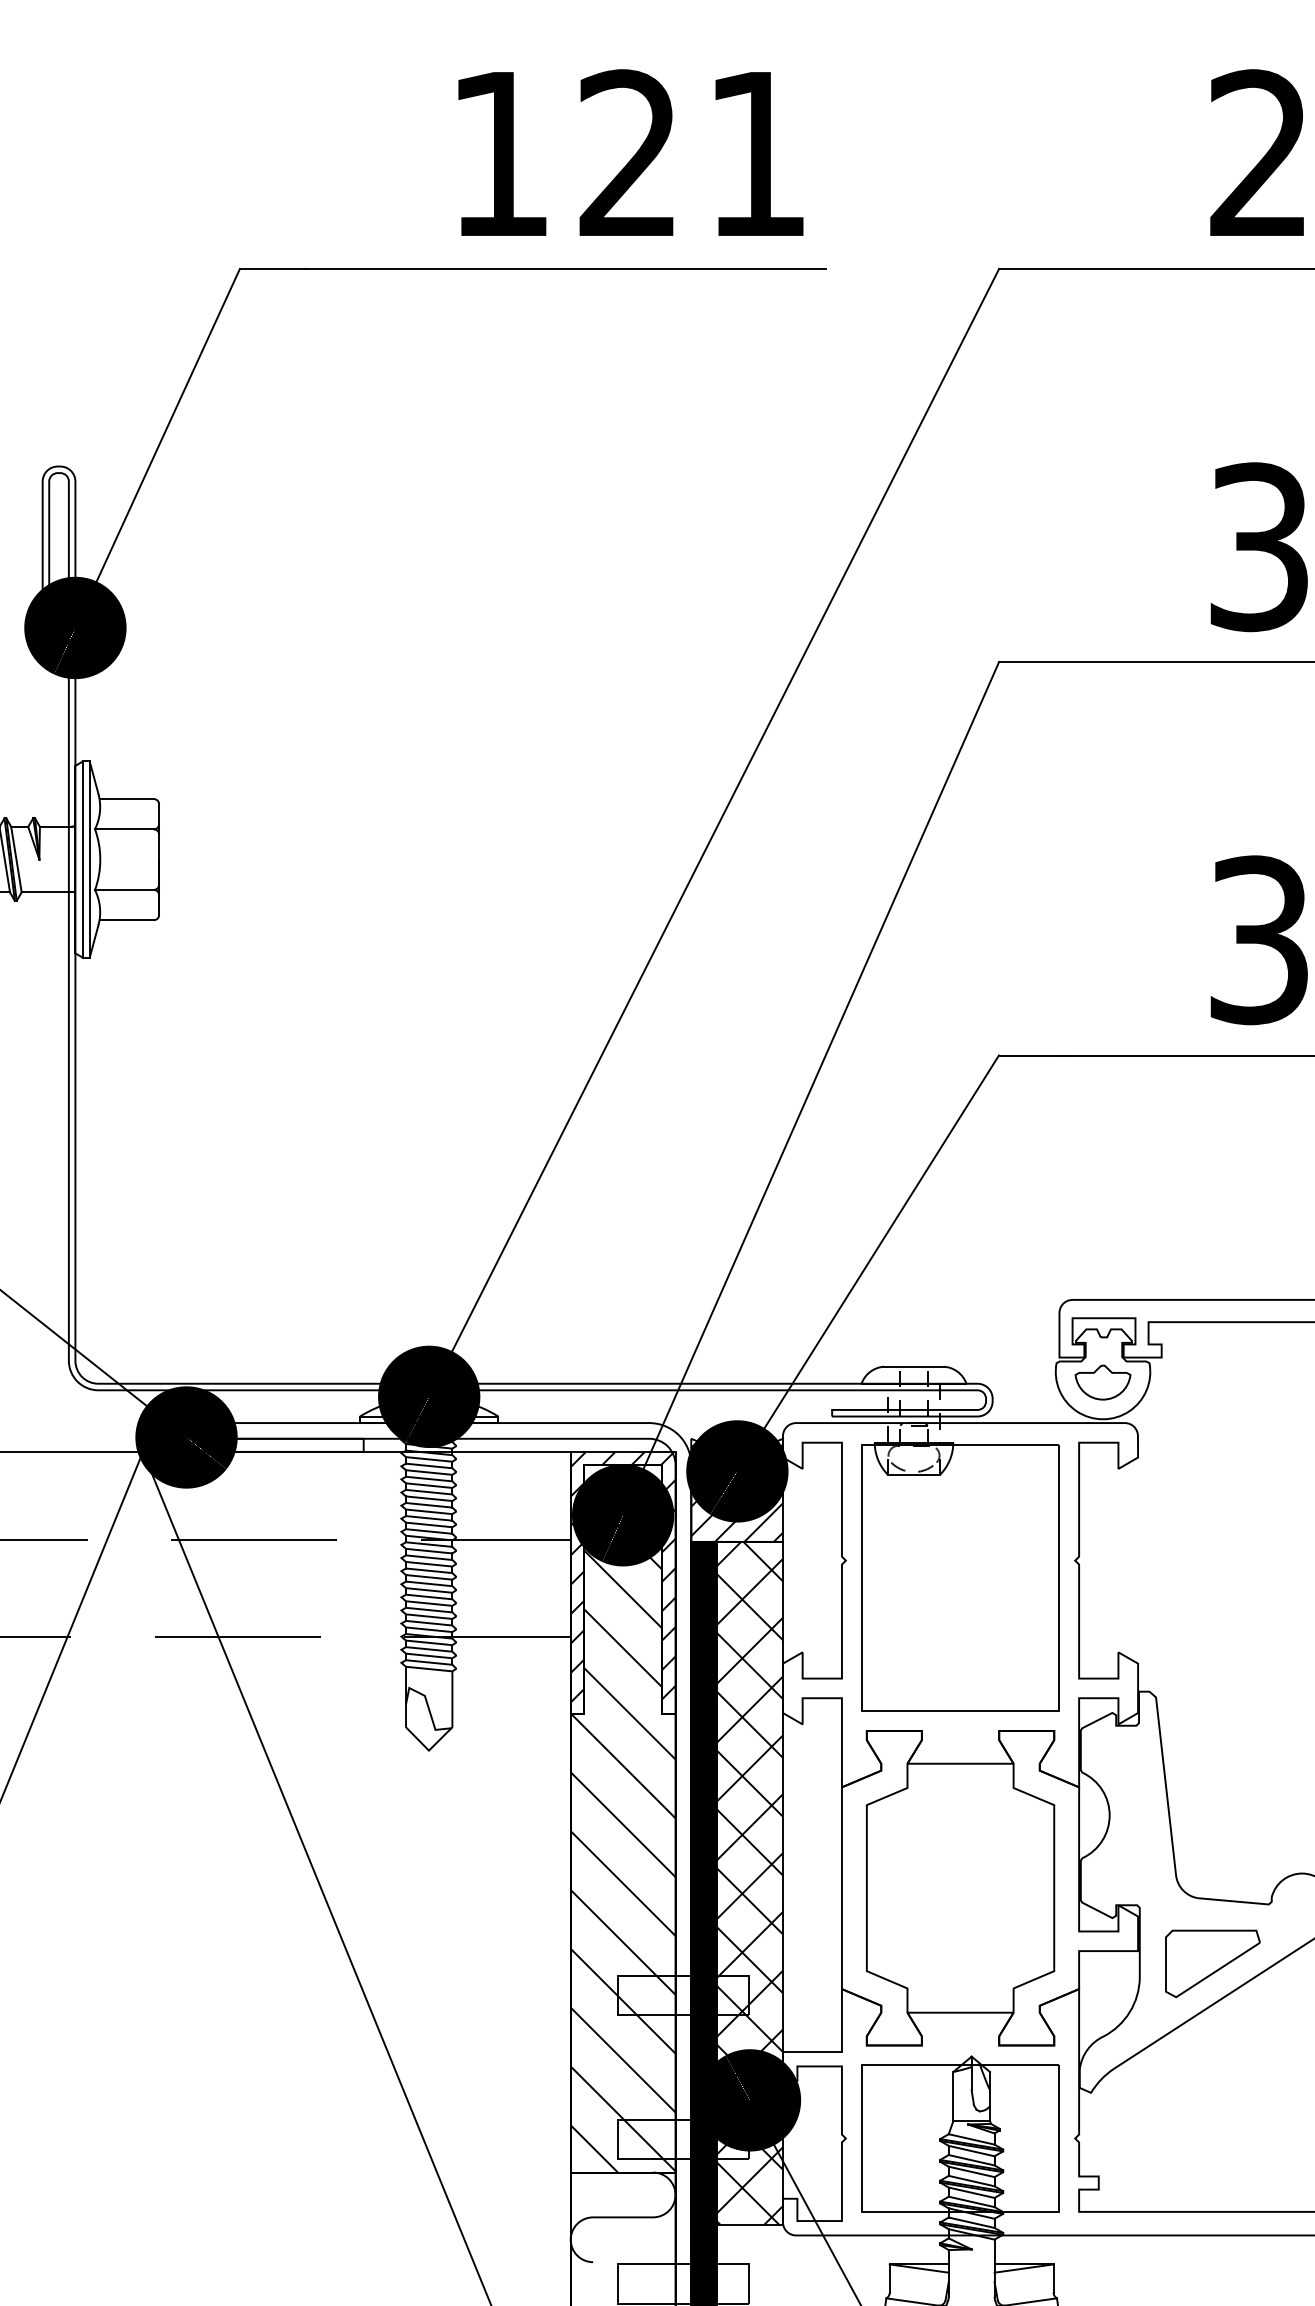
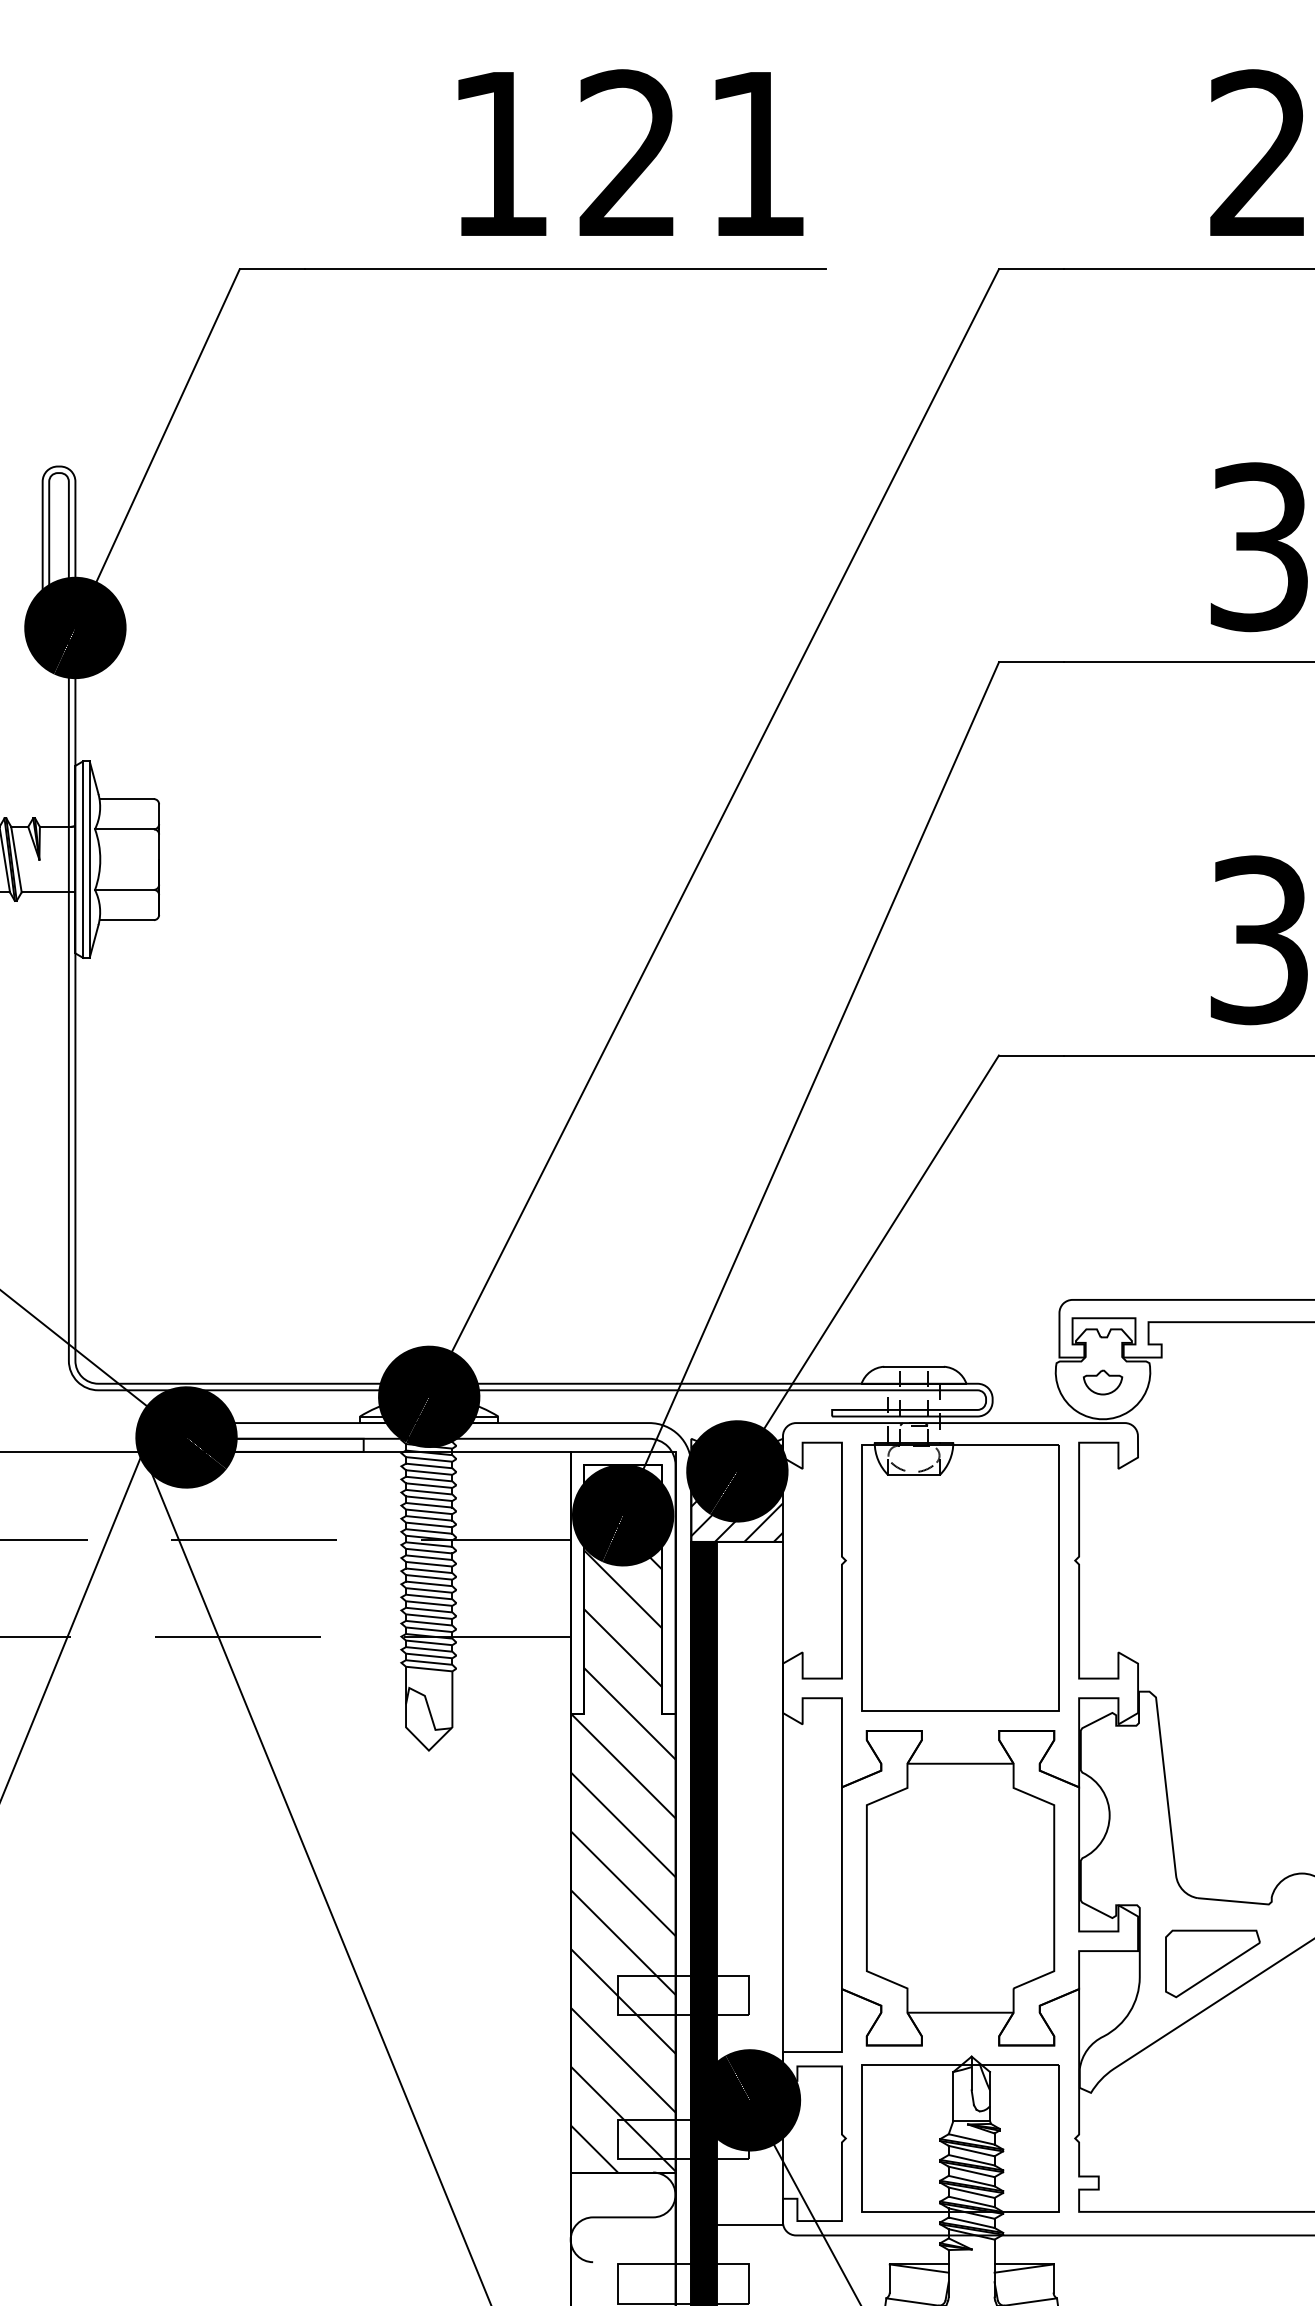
part at (1102, 1382) size: 58x37 px -> 41x27 px
hatch at (622, 1576): present -> none
hatch at (736, 1882): present -> none
